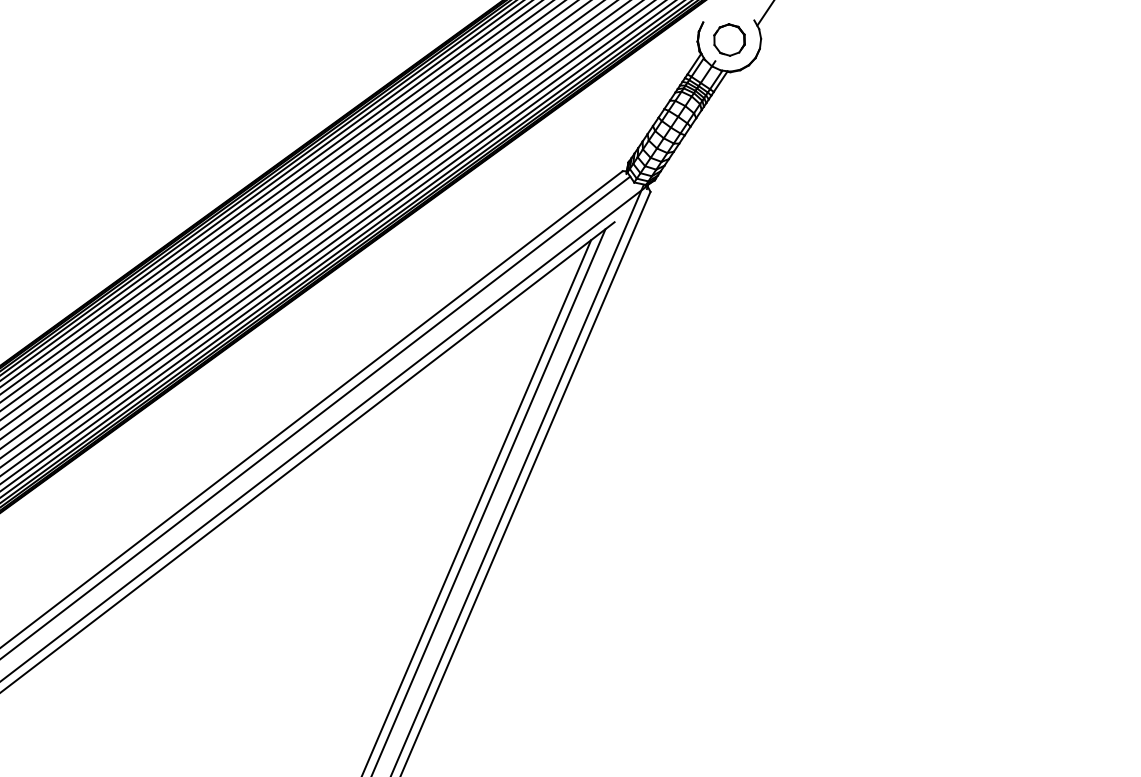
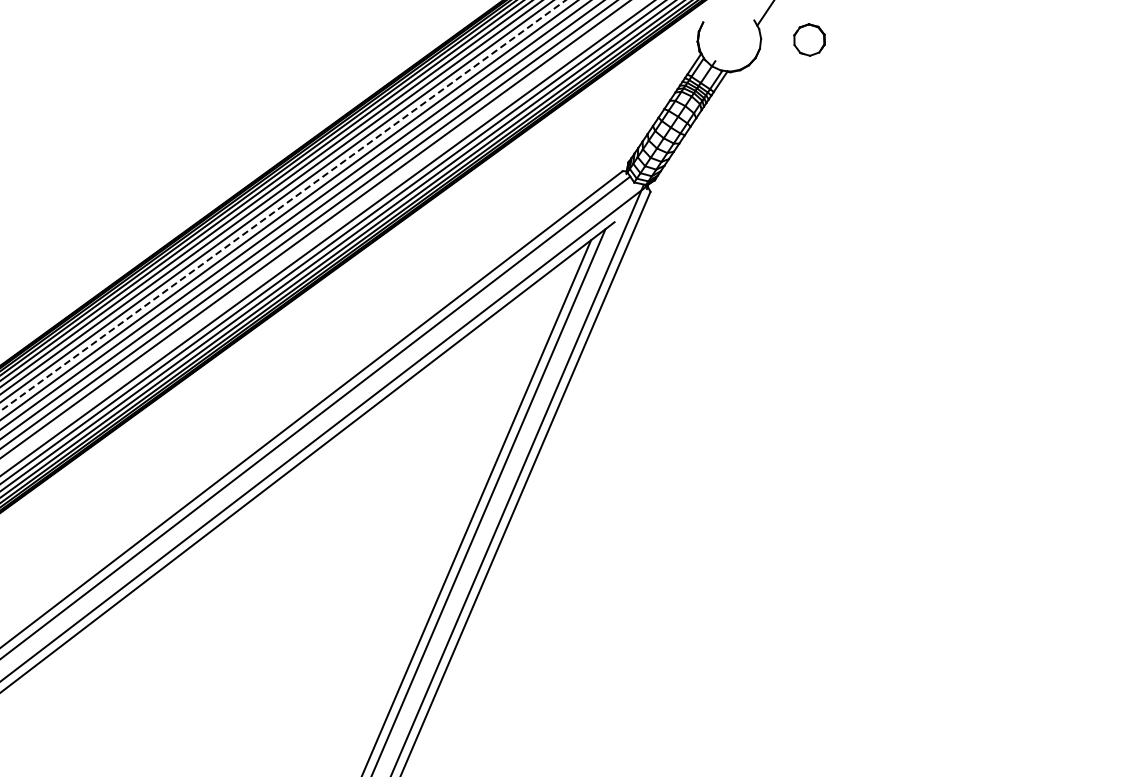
part at (729, 39) position: (729, 39) -> (809, 39)
line at (283, 205): solid -> dashed
line at (321, 234): present -> none
